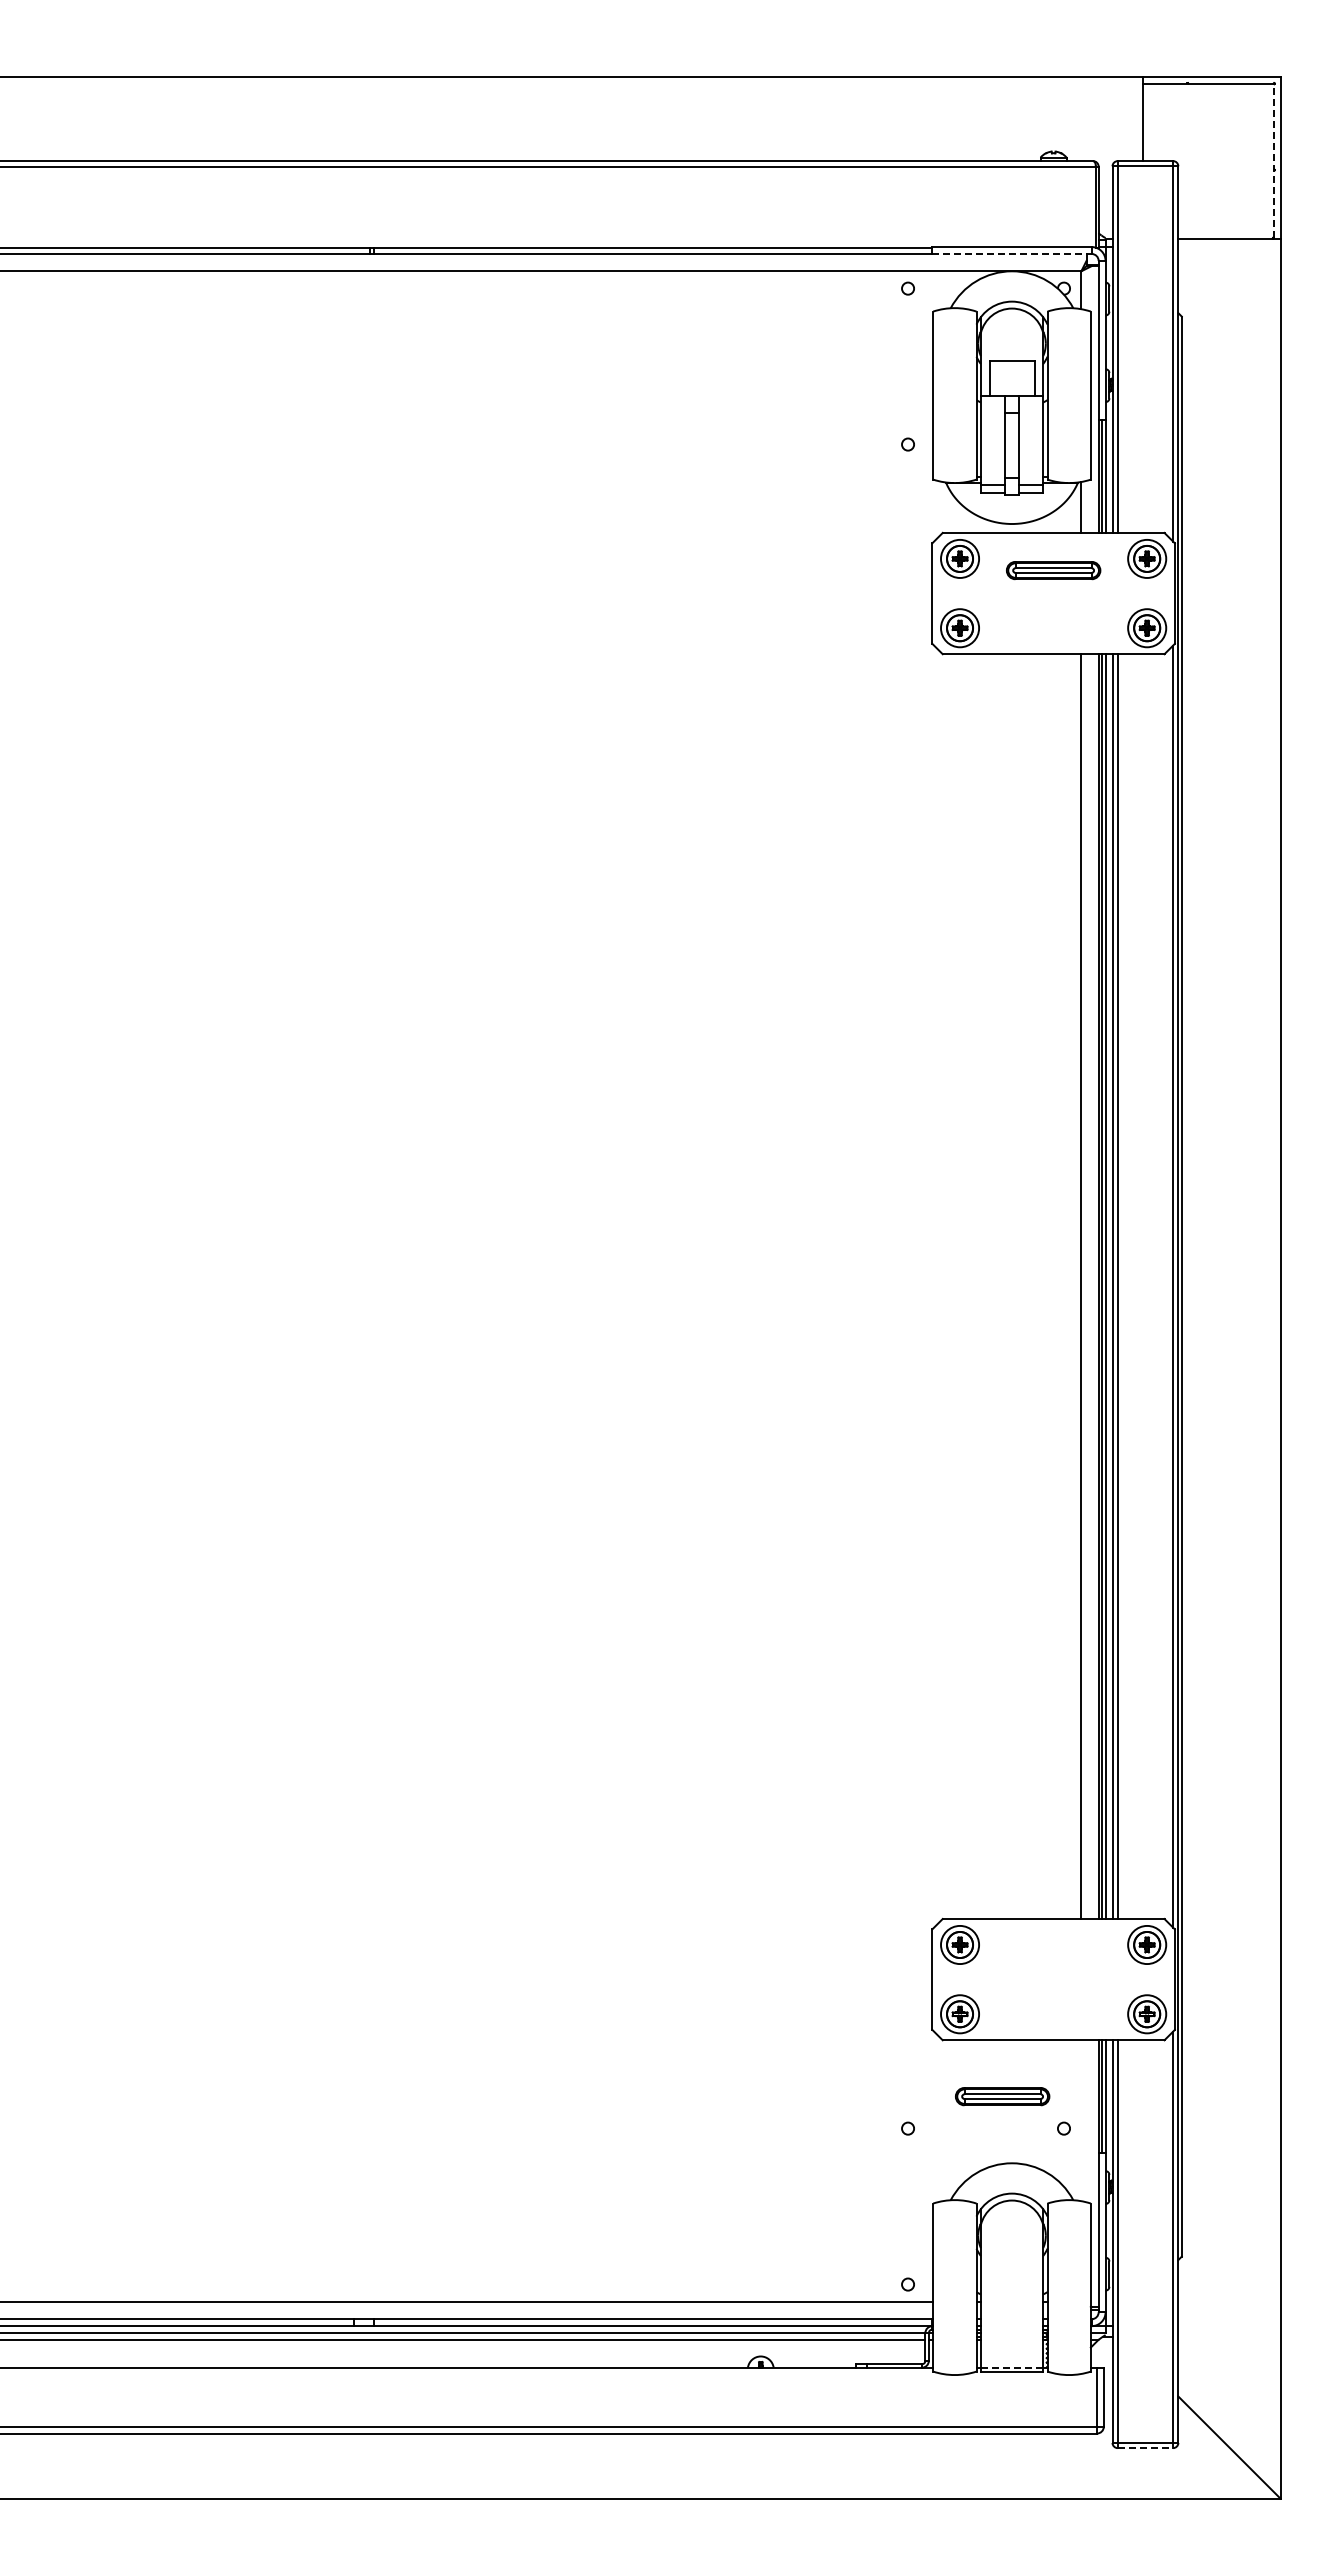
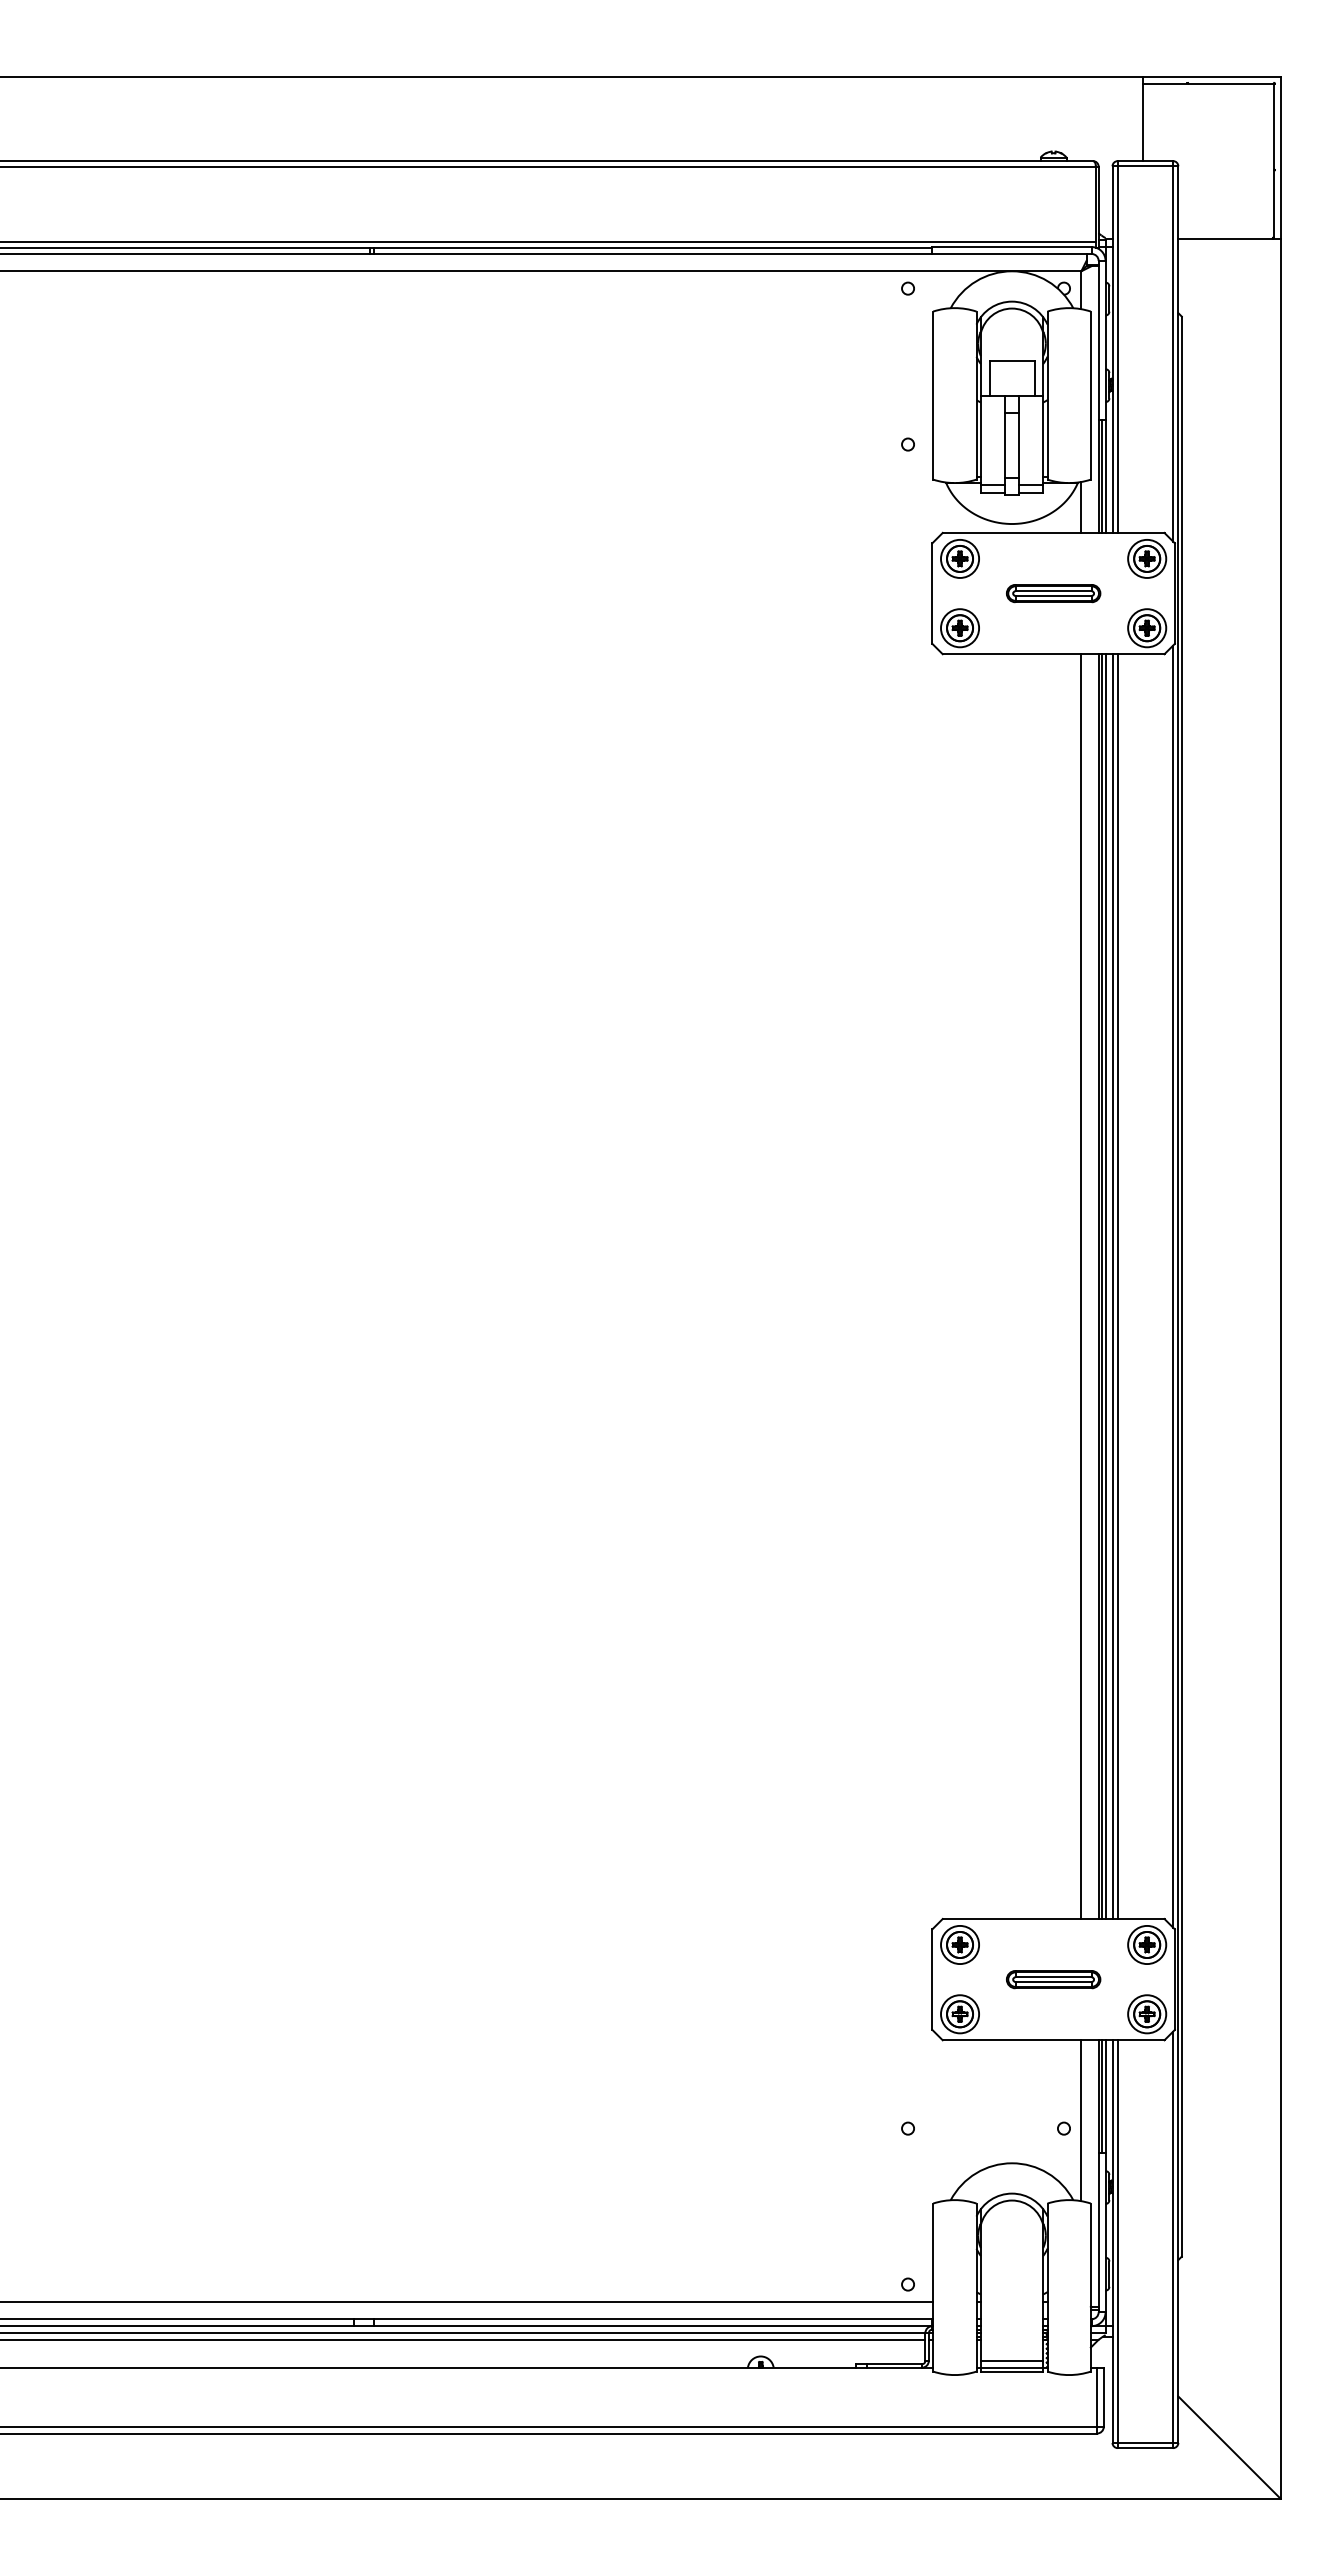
line at (1274, 160): dashed -> solid
line at (548, 242): none -> present
line at (1012, 254): dashed -> solid
part at (1053, 570) position: (1053, 570) -> (1053, 593)
part at (1002, 2096) position: (1002, 2096) -> (1053, 1979)
line at (1081, 2120): none -> present
line at (1011, 2361): none -> present
line at (1011, 2367): dashed -> solid
line at (1145, 2448): dashed -> solid
